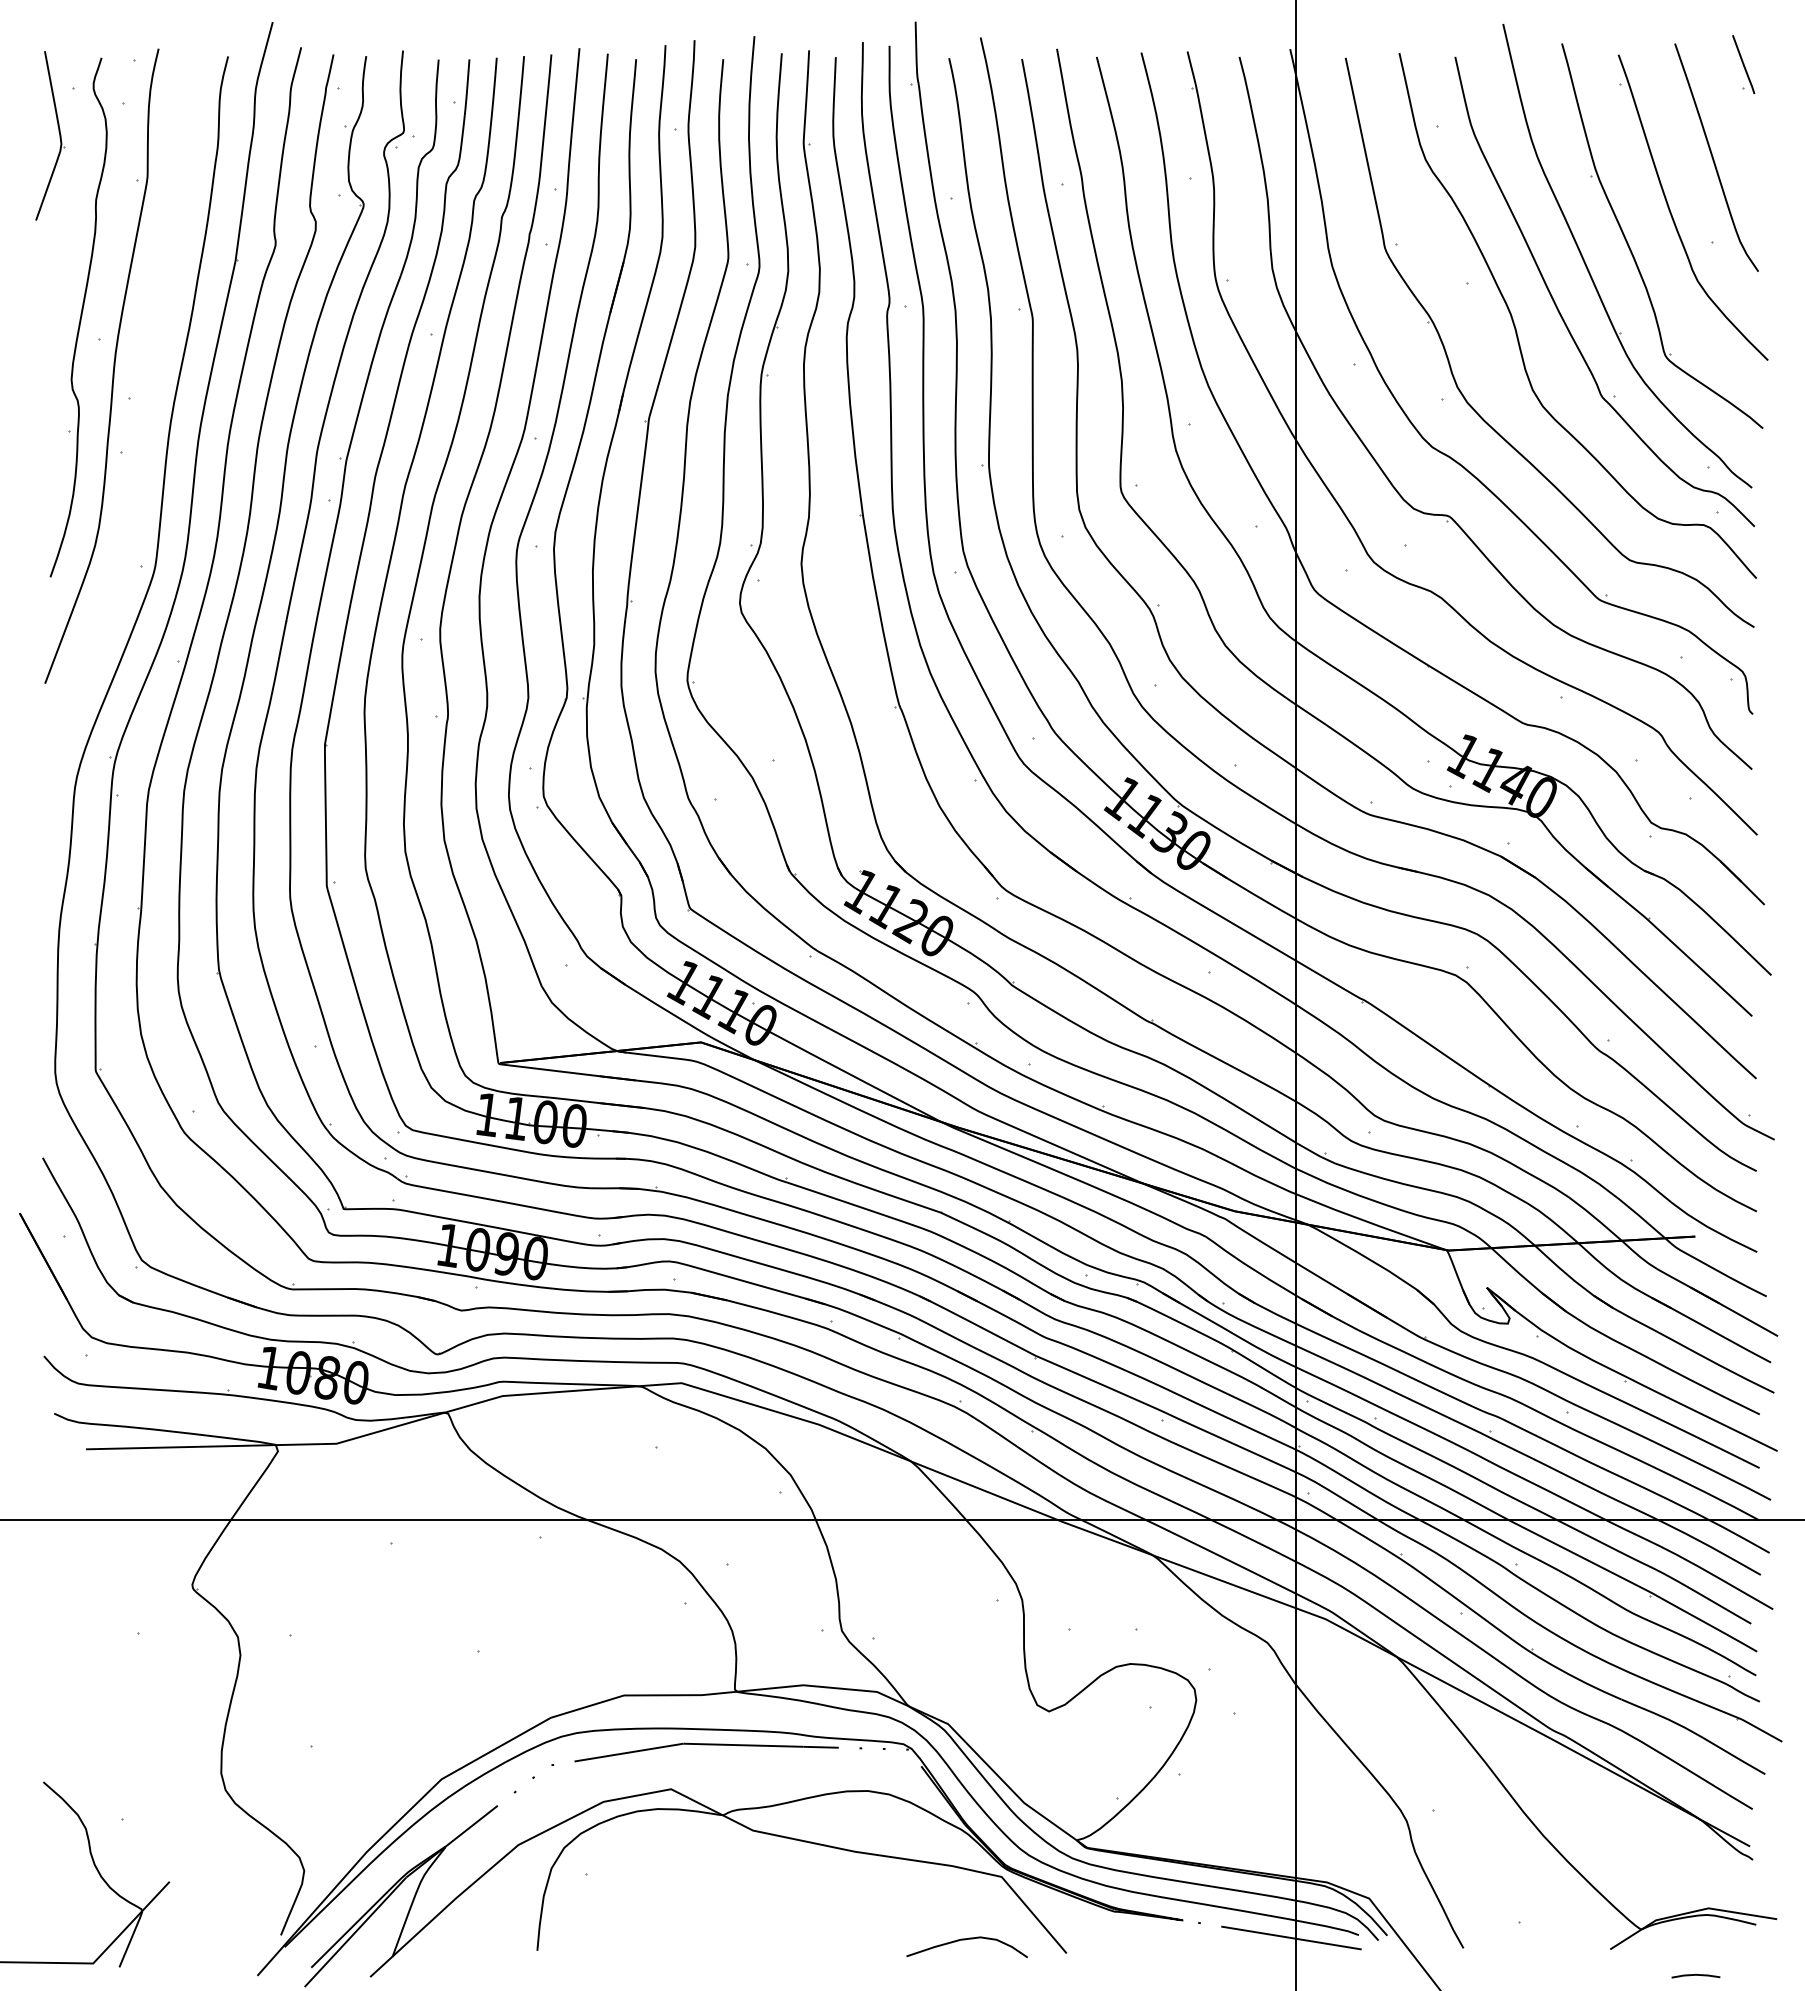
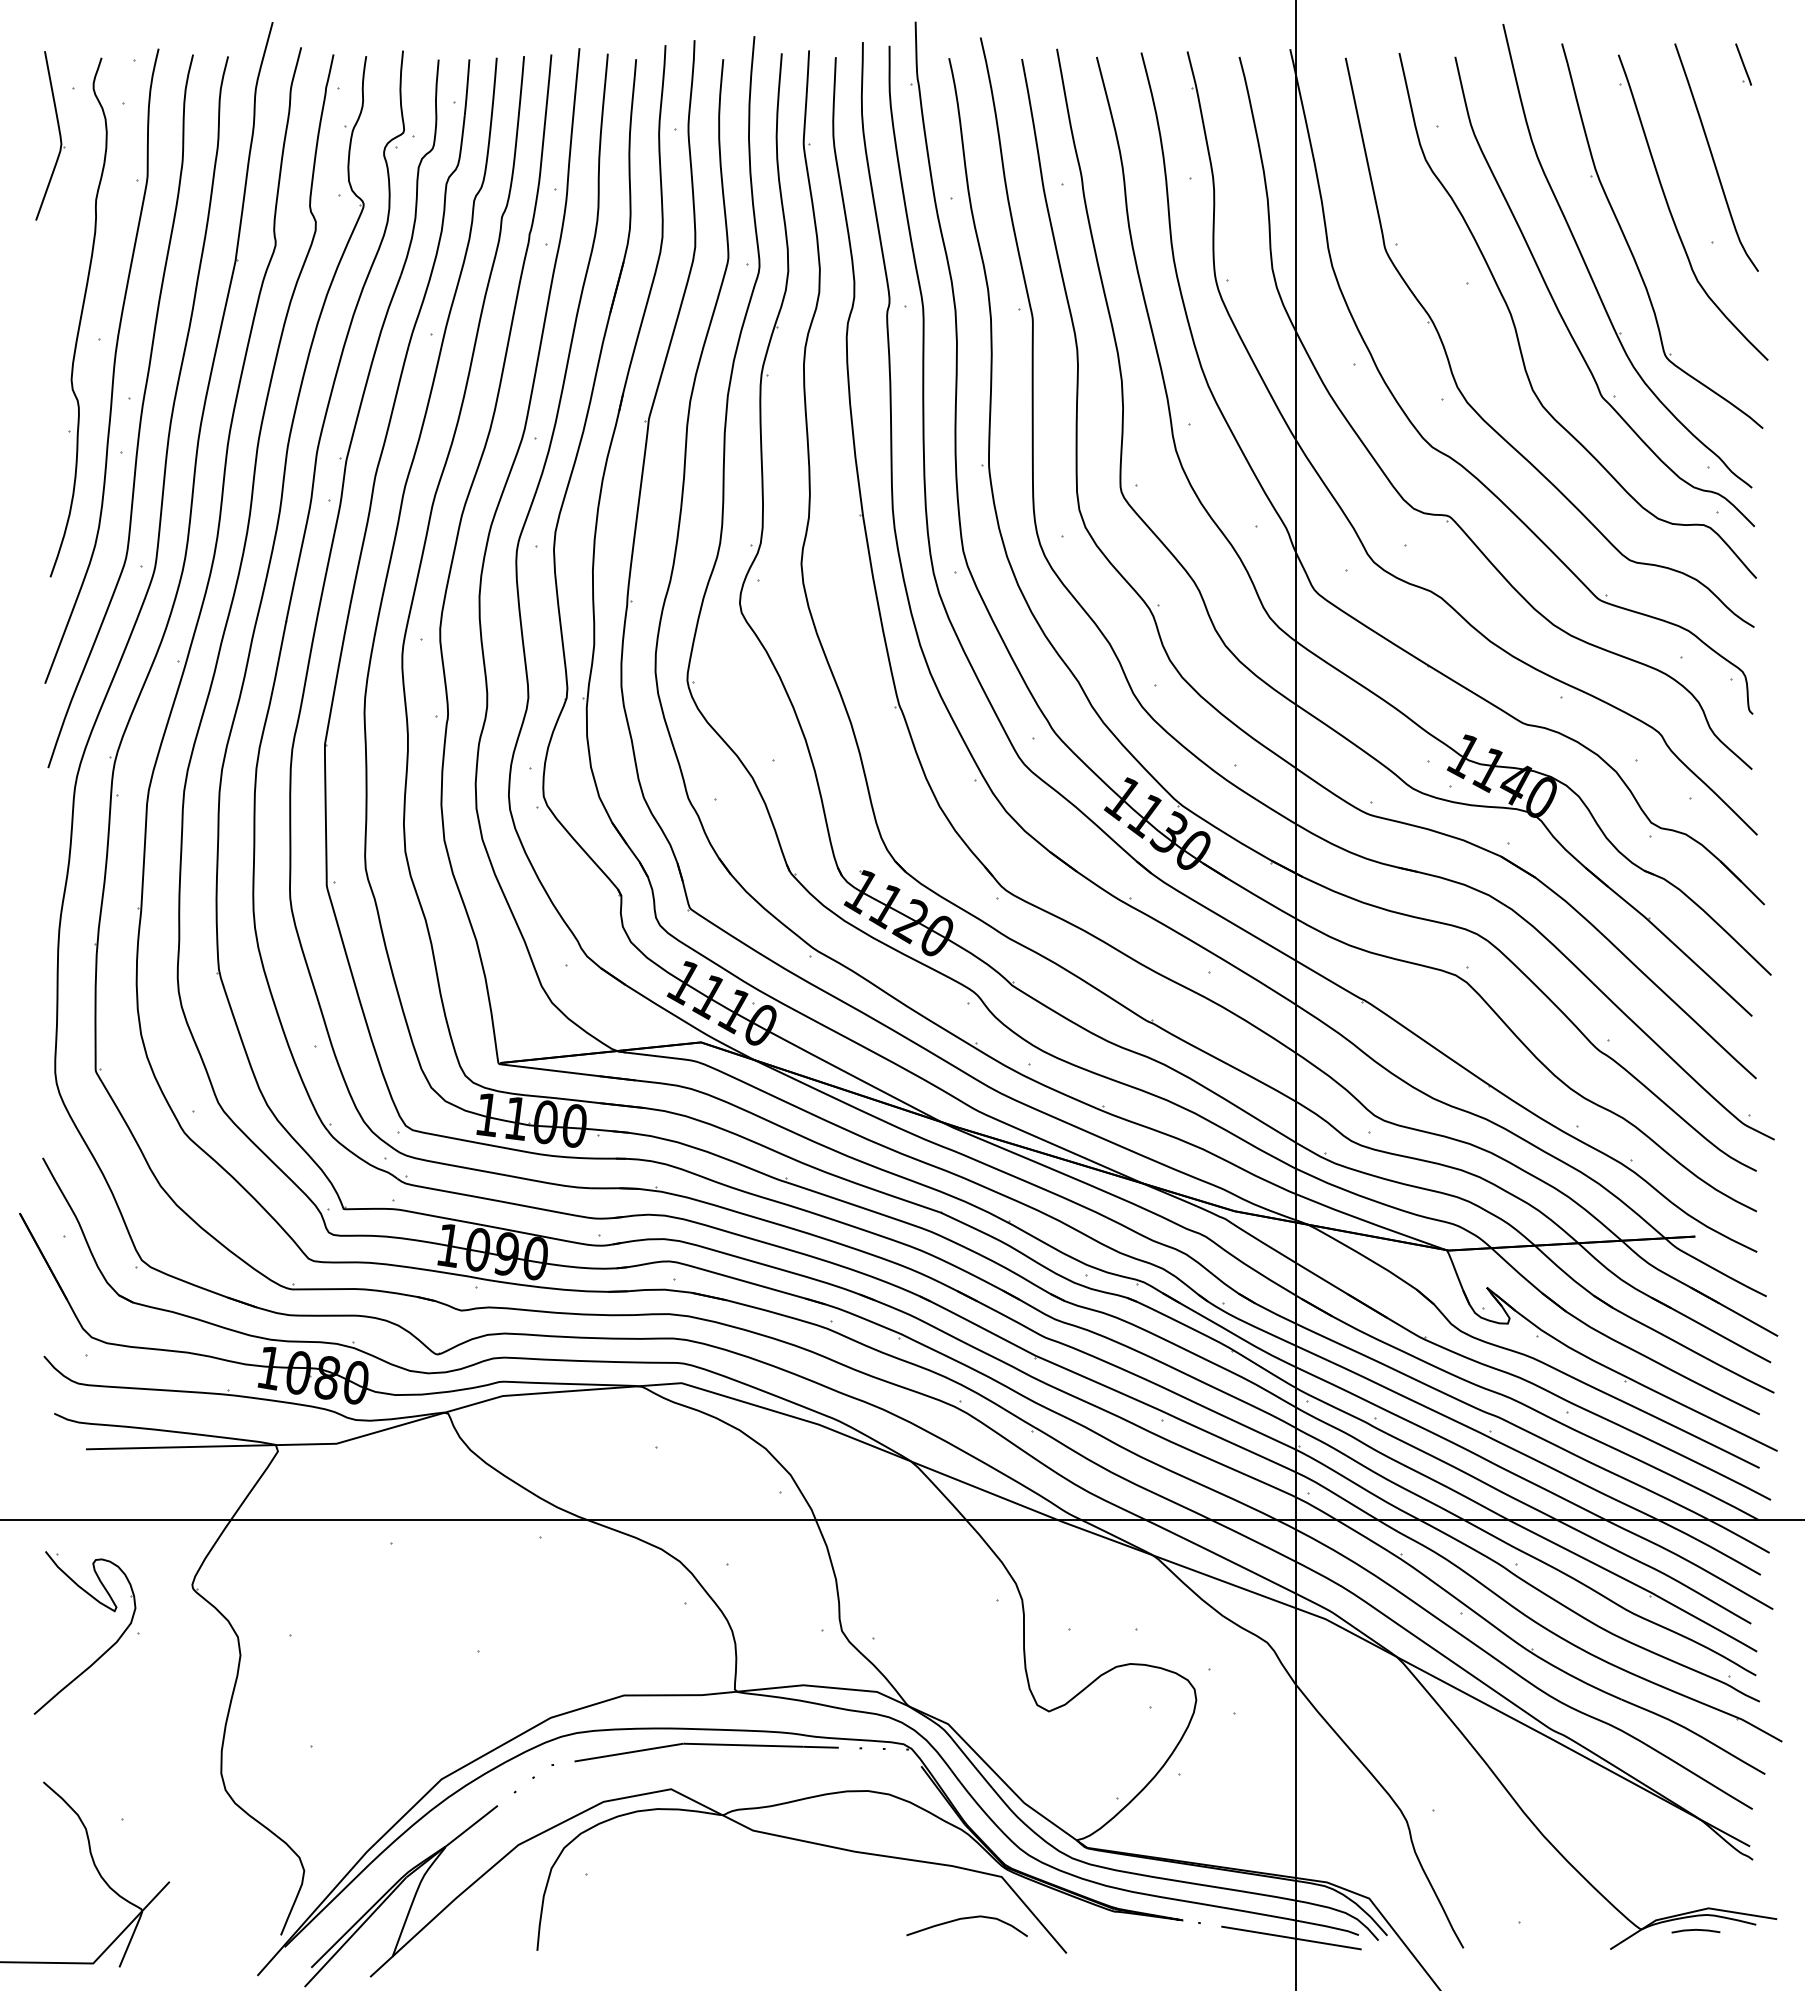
part at (1743, 64) size: 24x60 px -> 17x43 px
curve at (140, 412): none -> present
part at (102, 1653): none -> present
curve at (965, 1940) position: (965, 1940) -> (965, 1919)
line at (1695, 1975) position: (1695, 1975) -> (1695, 1930)
